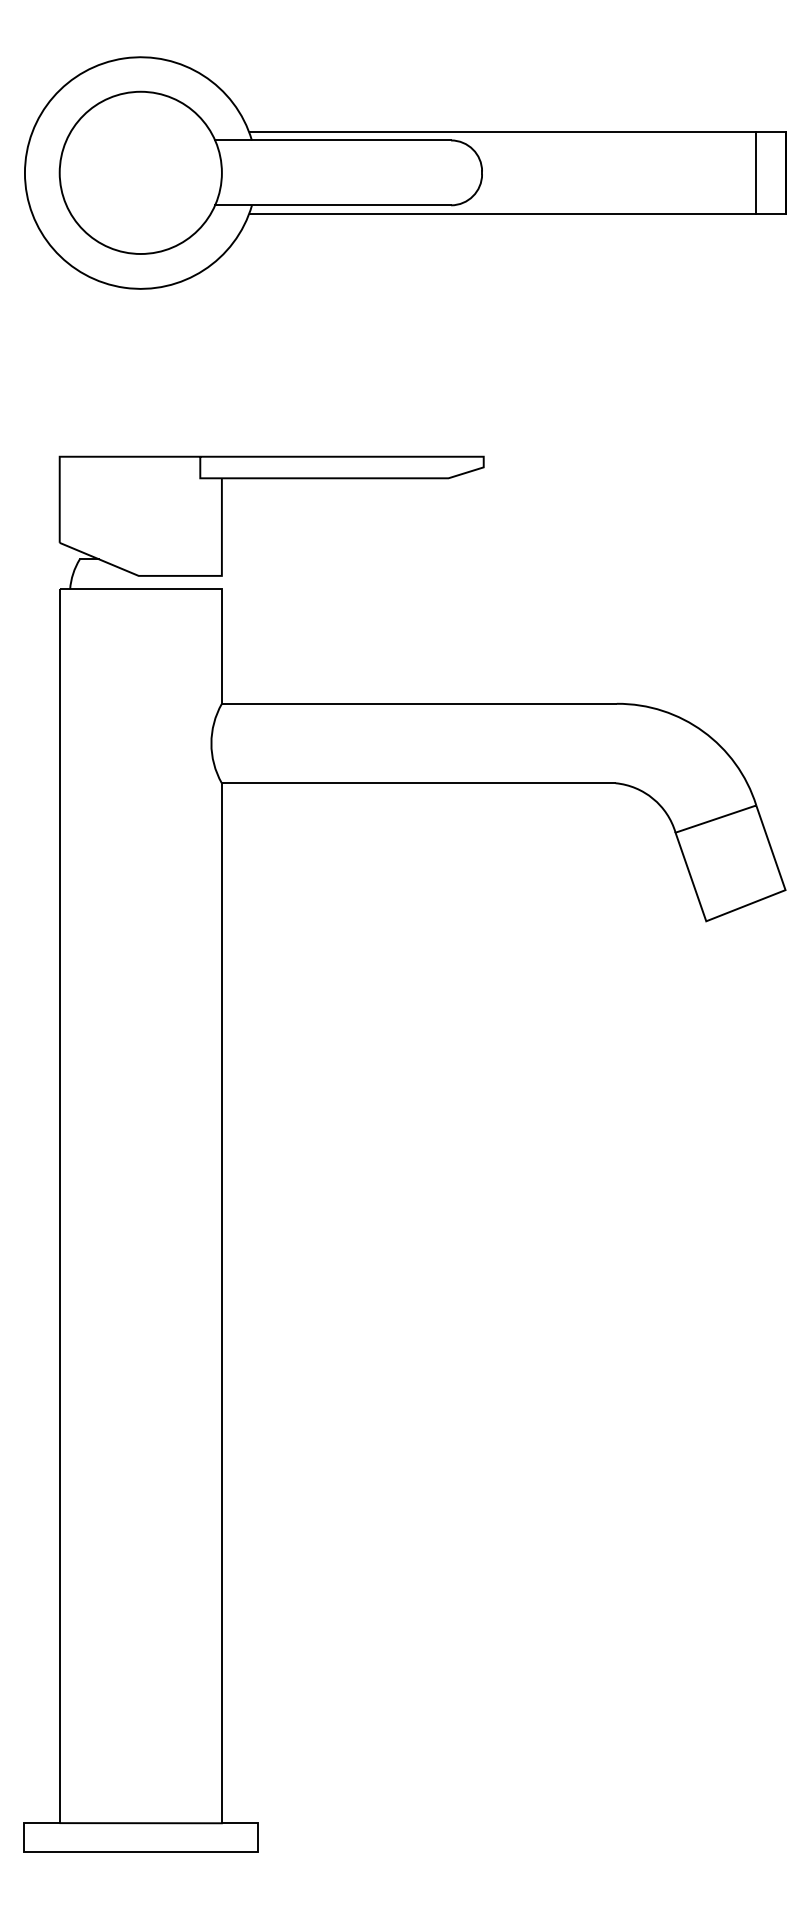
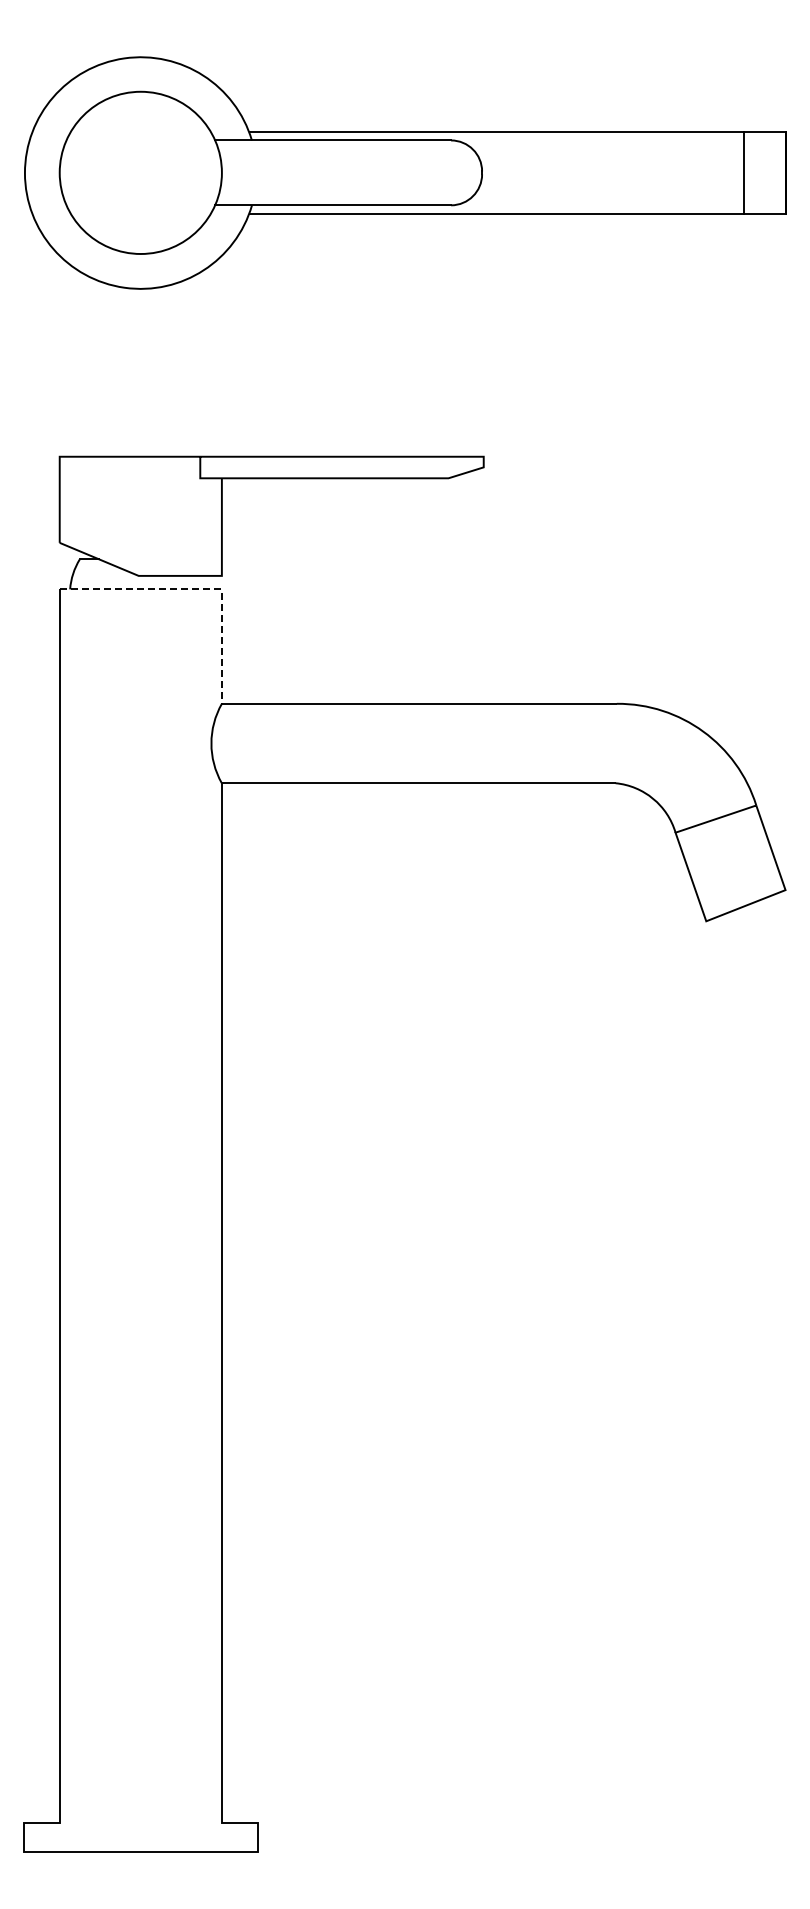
line at (756, 172) position: (756, 172) -> (744, 172)
line at (198, 589): solid -> dashed
line at (140, 1823): present -> none
